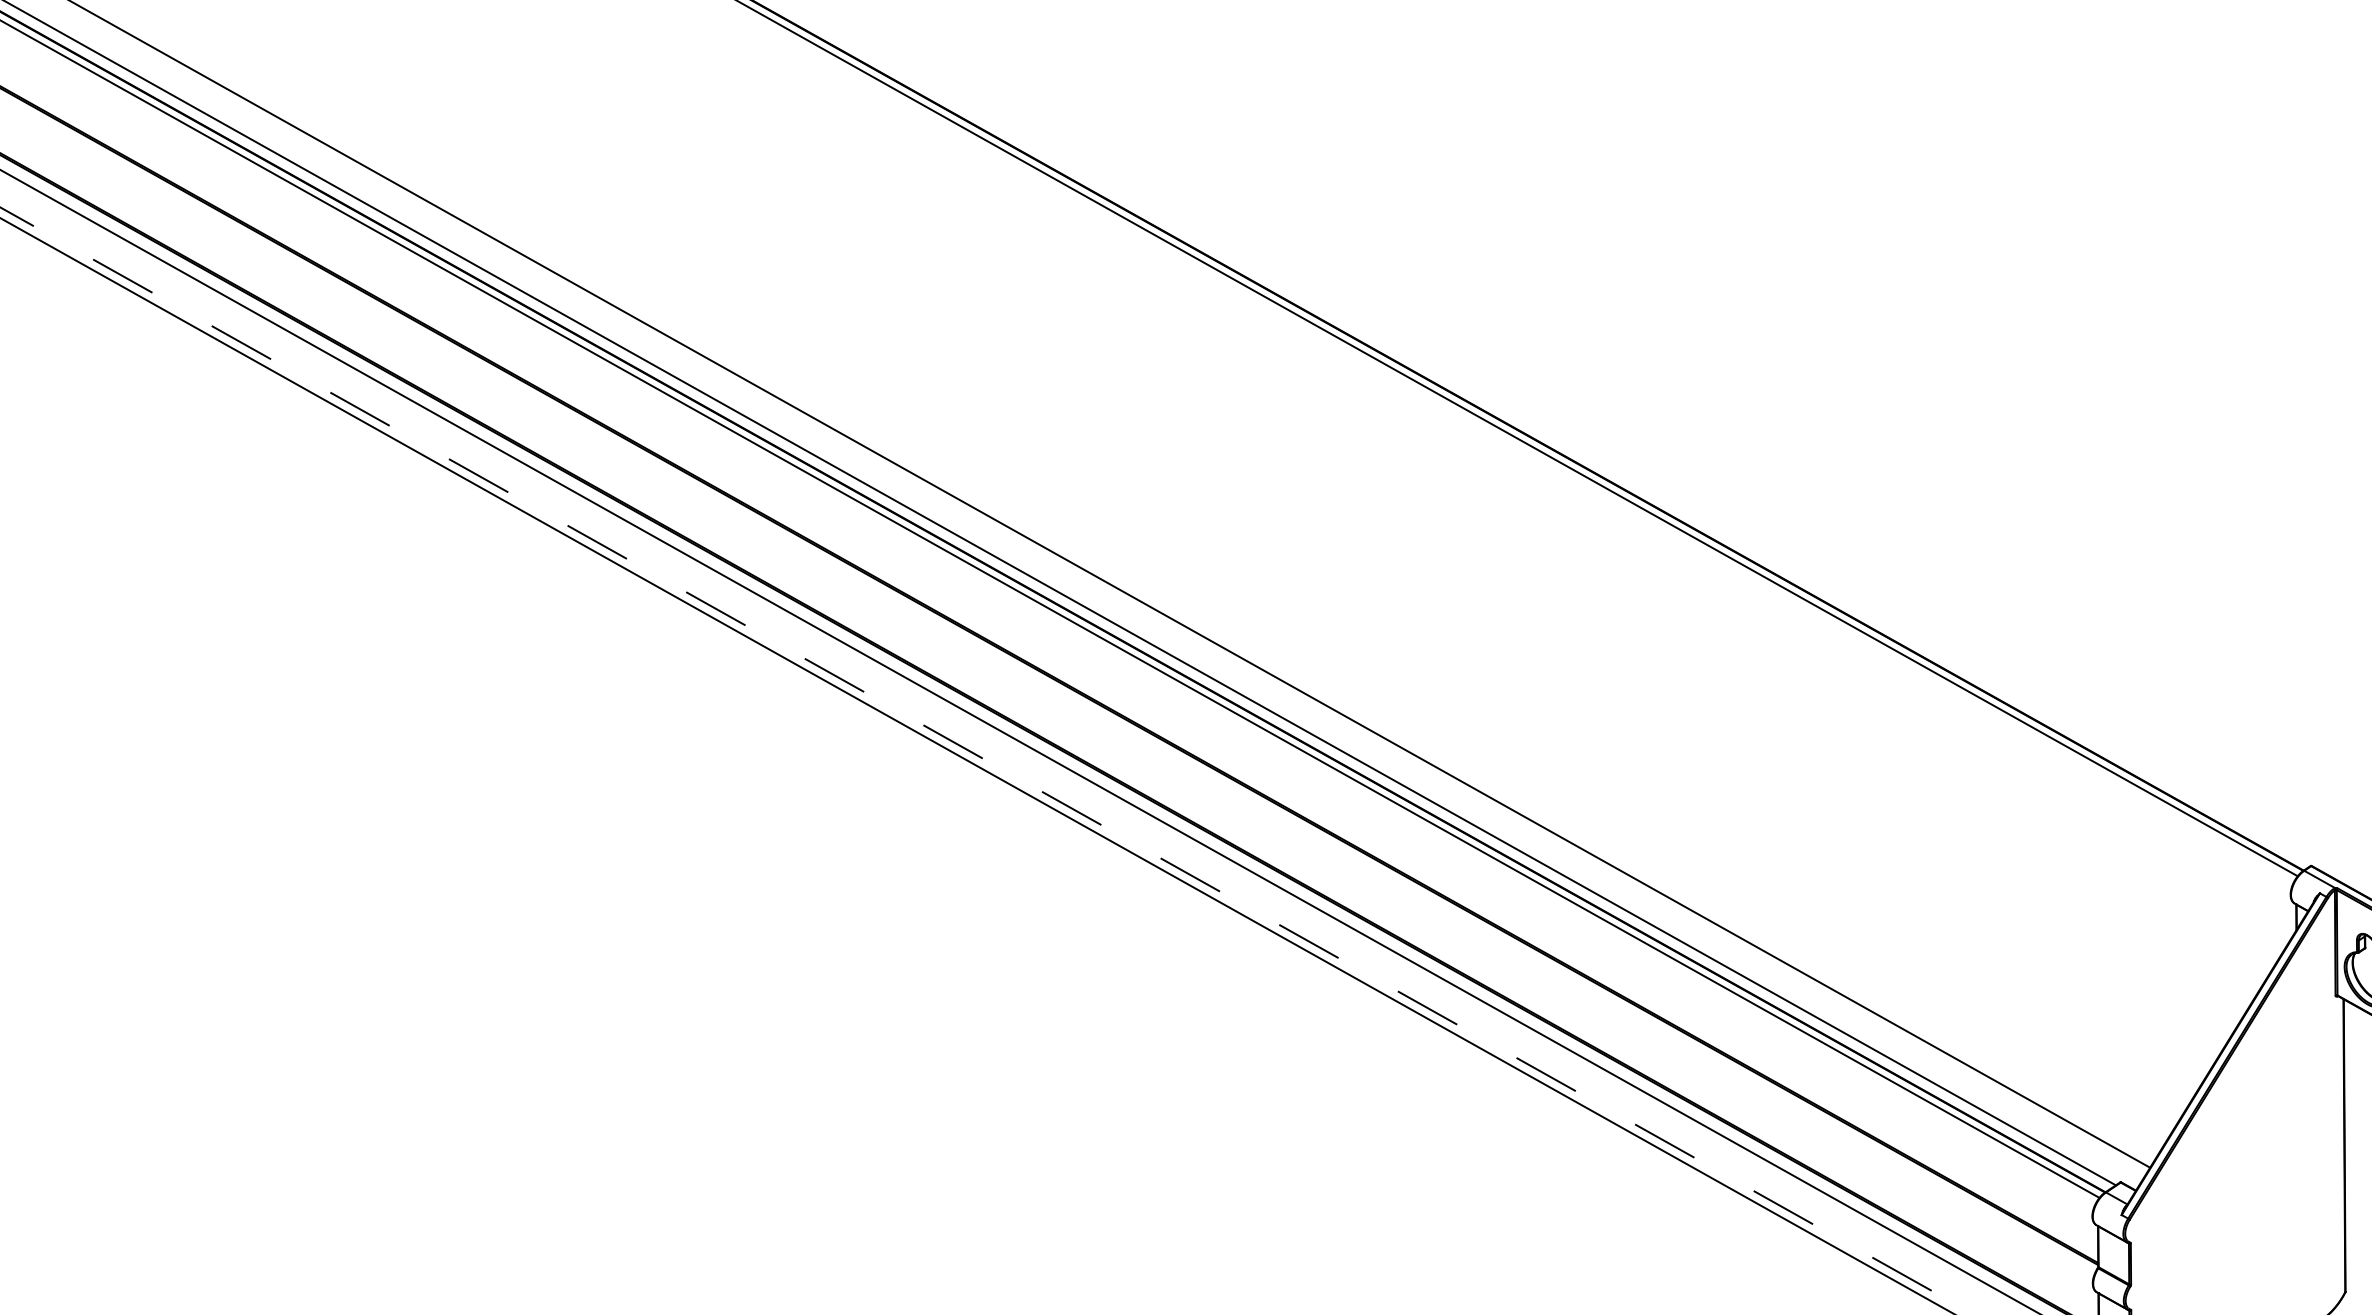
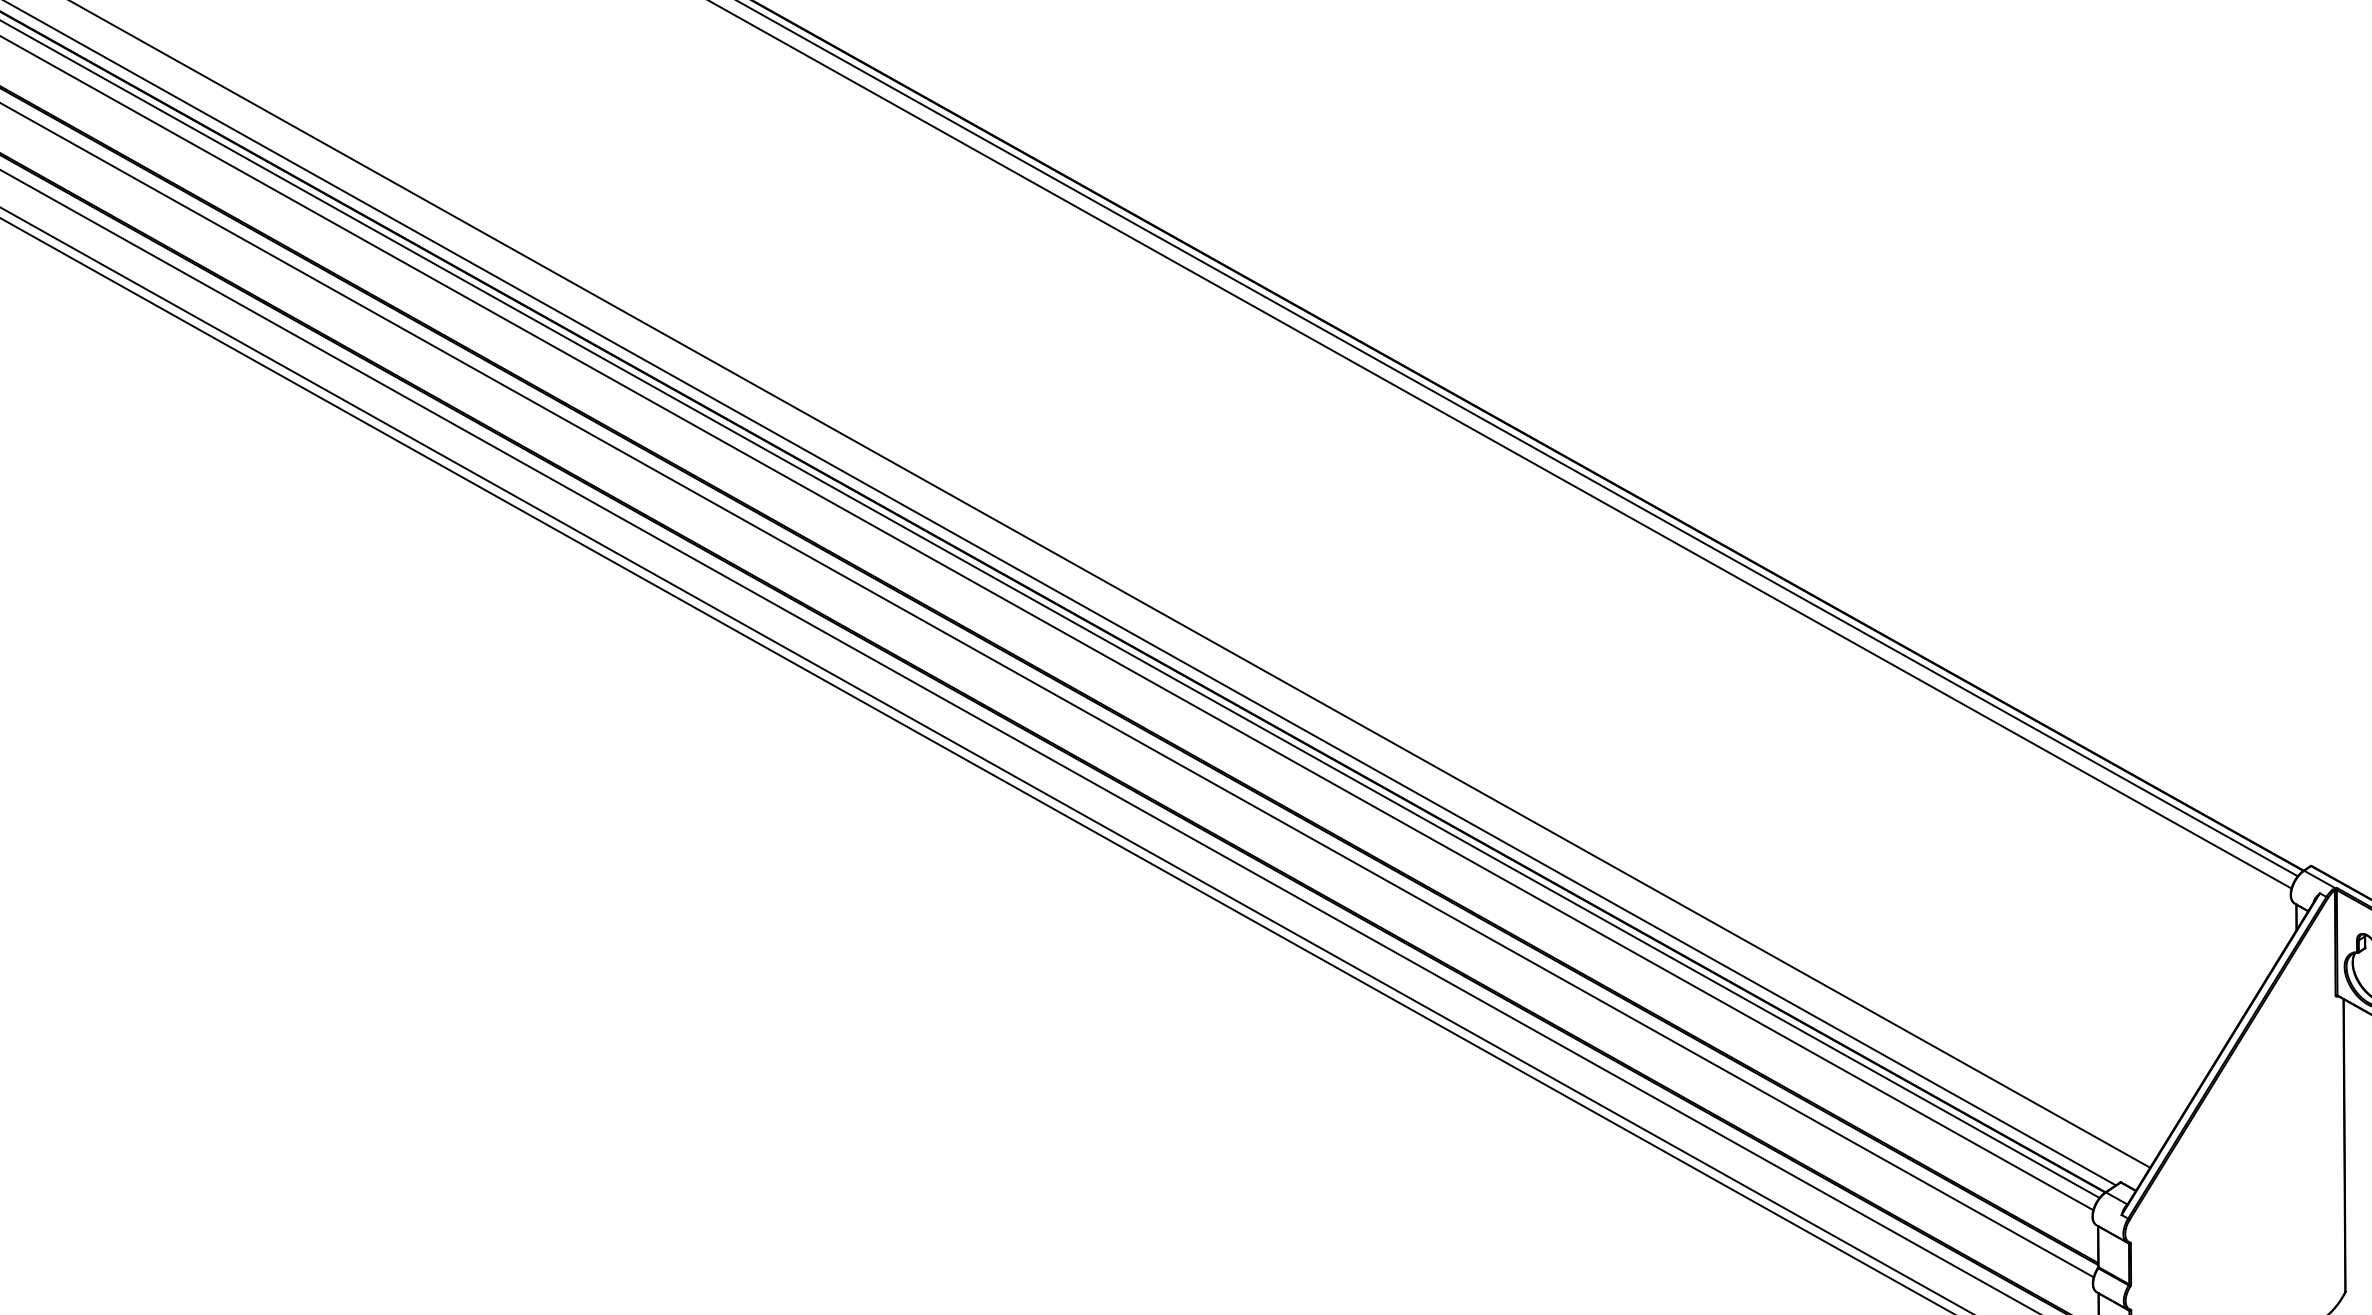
line at (1501, 445): none -> present
line at (1047, 623): none -> present
line at (1047, 690): none -> present
line at (987, 761): dashed -> solid
